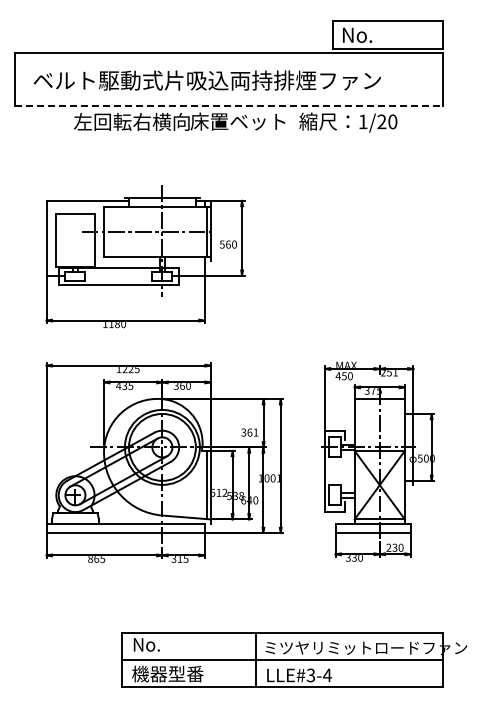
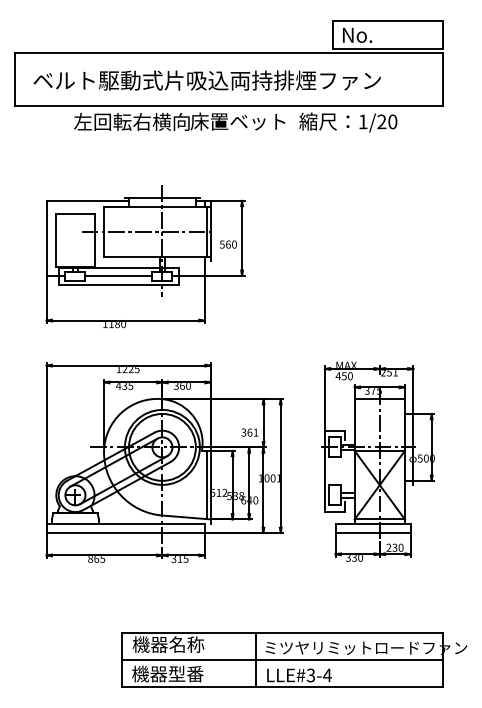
line at (229, 106): dashed -> solid
line at (118, 275): none -> present
text at (168, 644): No. -> 機器名称
